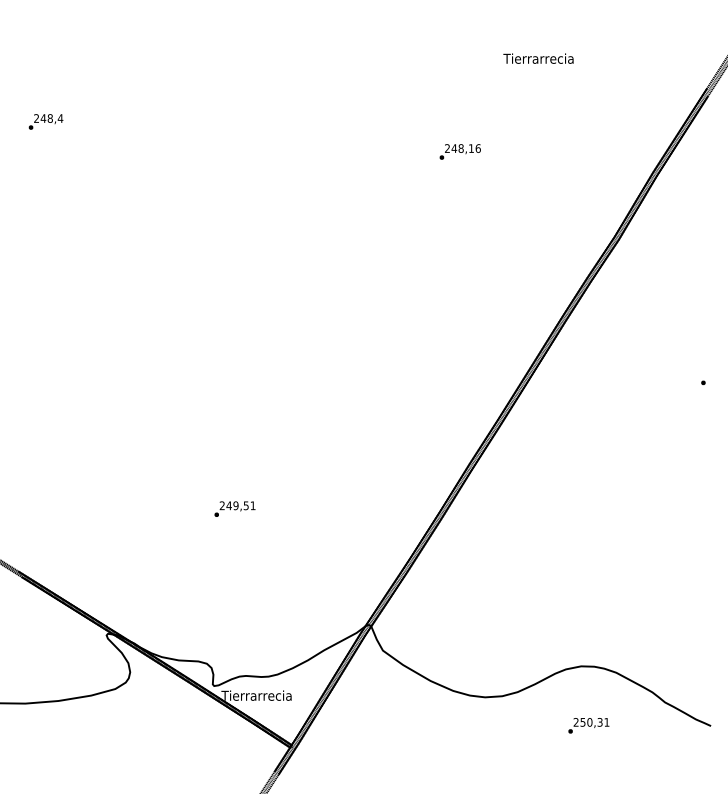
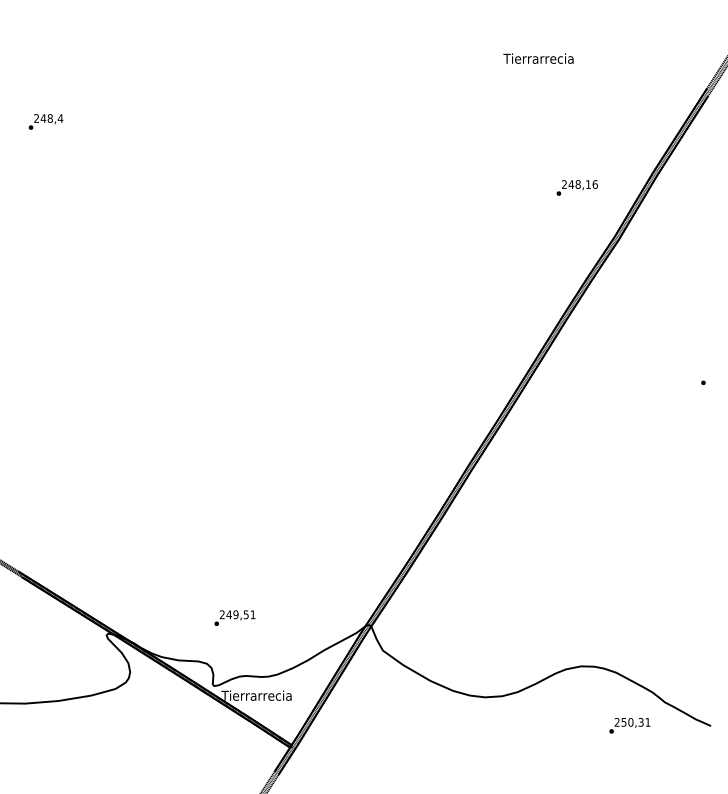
text at (459, 151) position: (459, 151) -> (576, 187)
text at (234, 508) position: (234, 508) -> (234, 617)
text at (588, 725) position: (588, 725) -> (629, 725)
